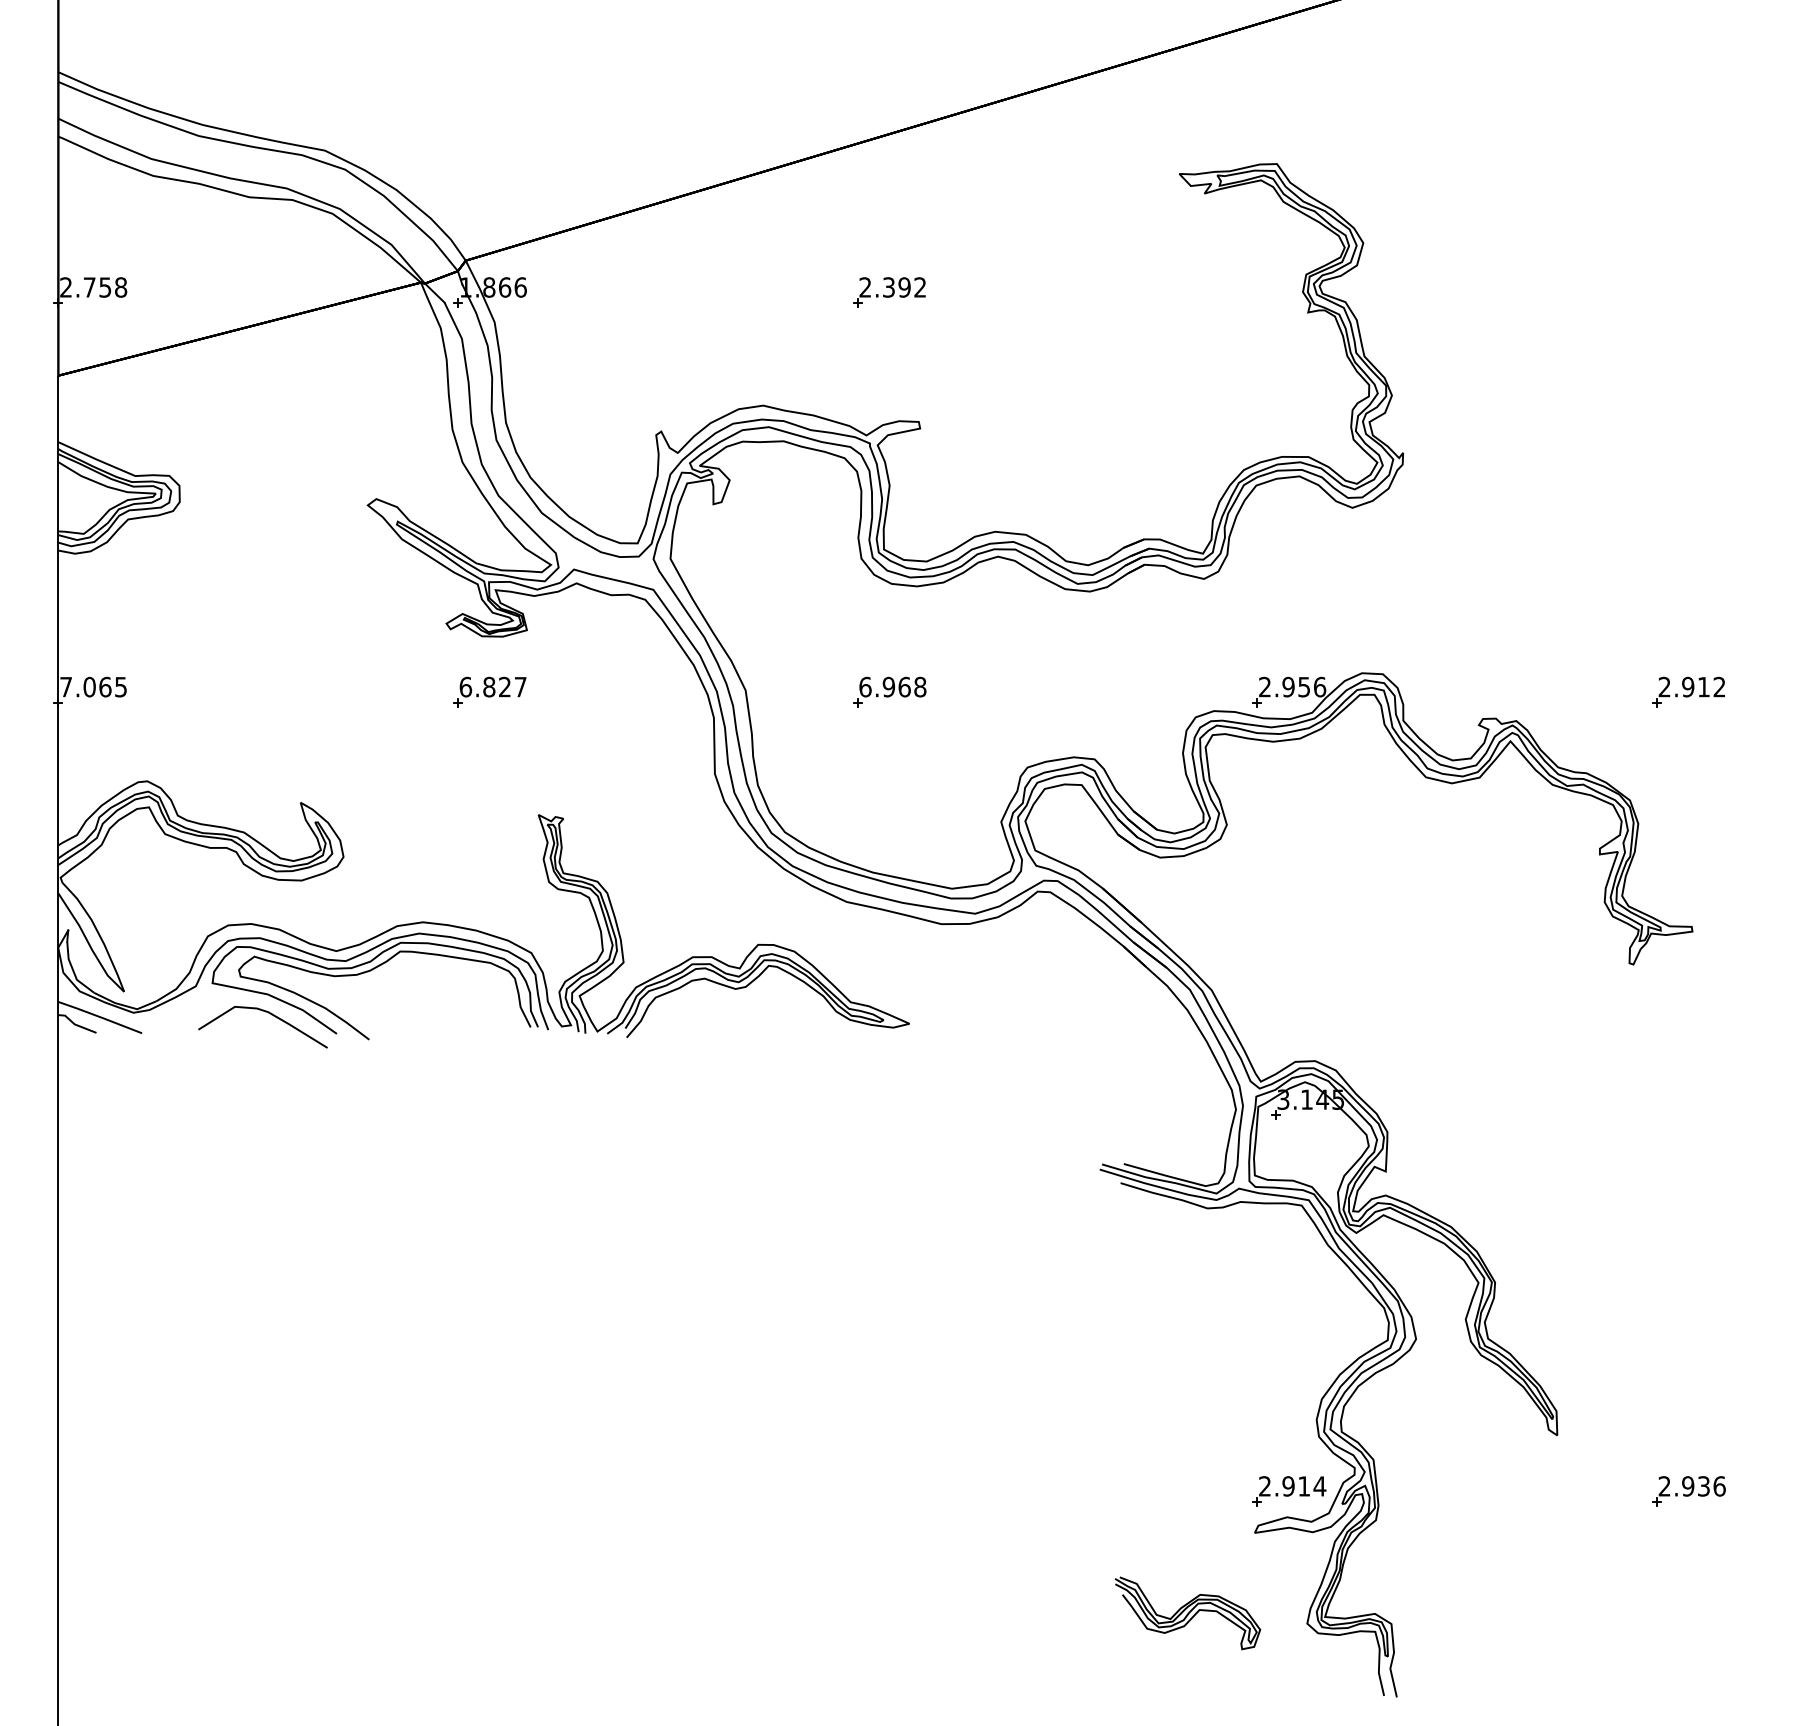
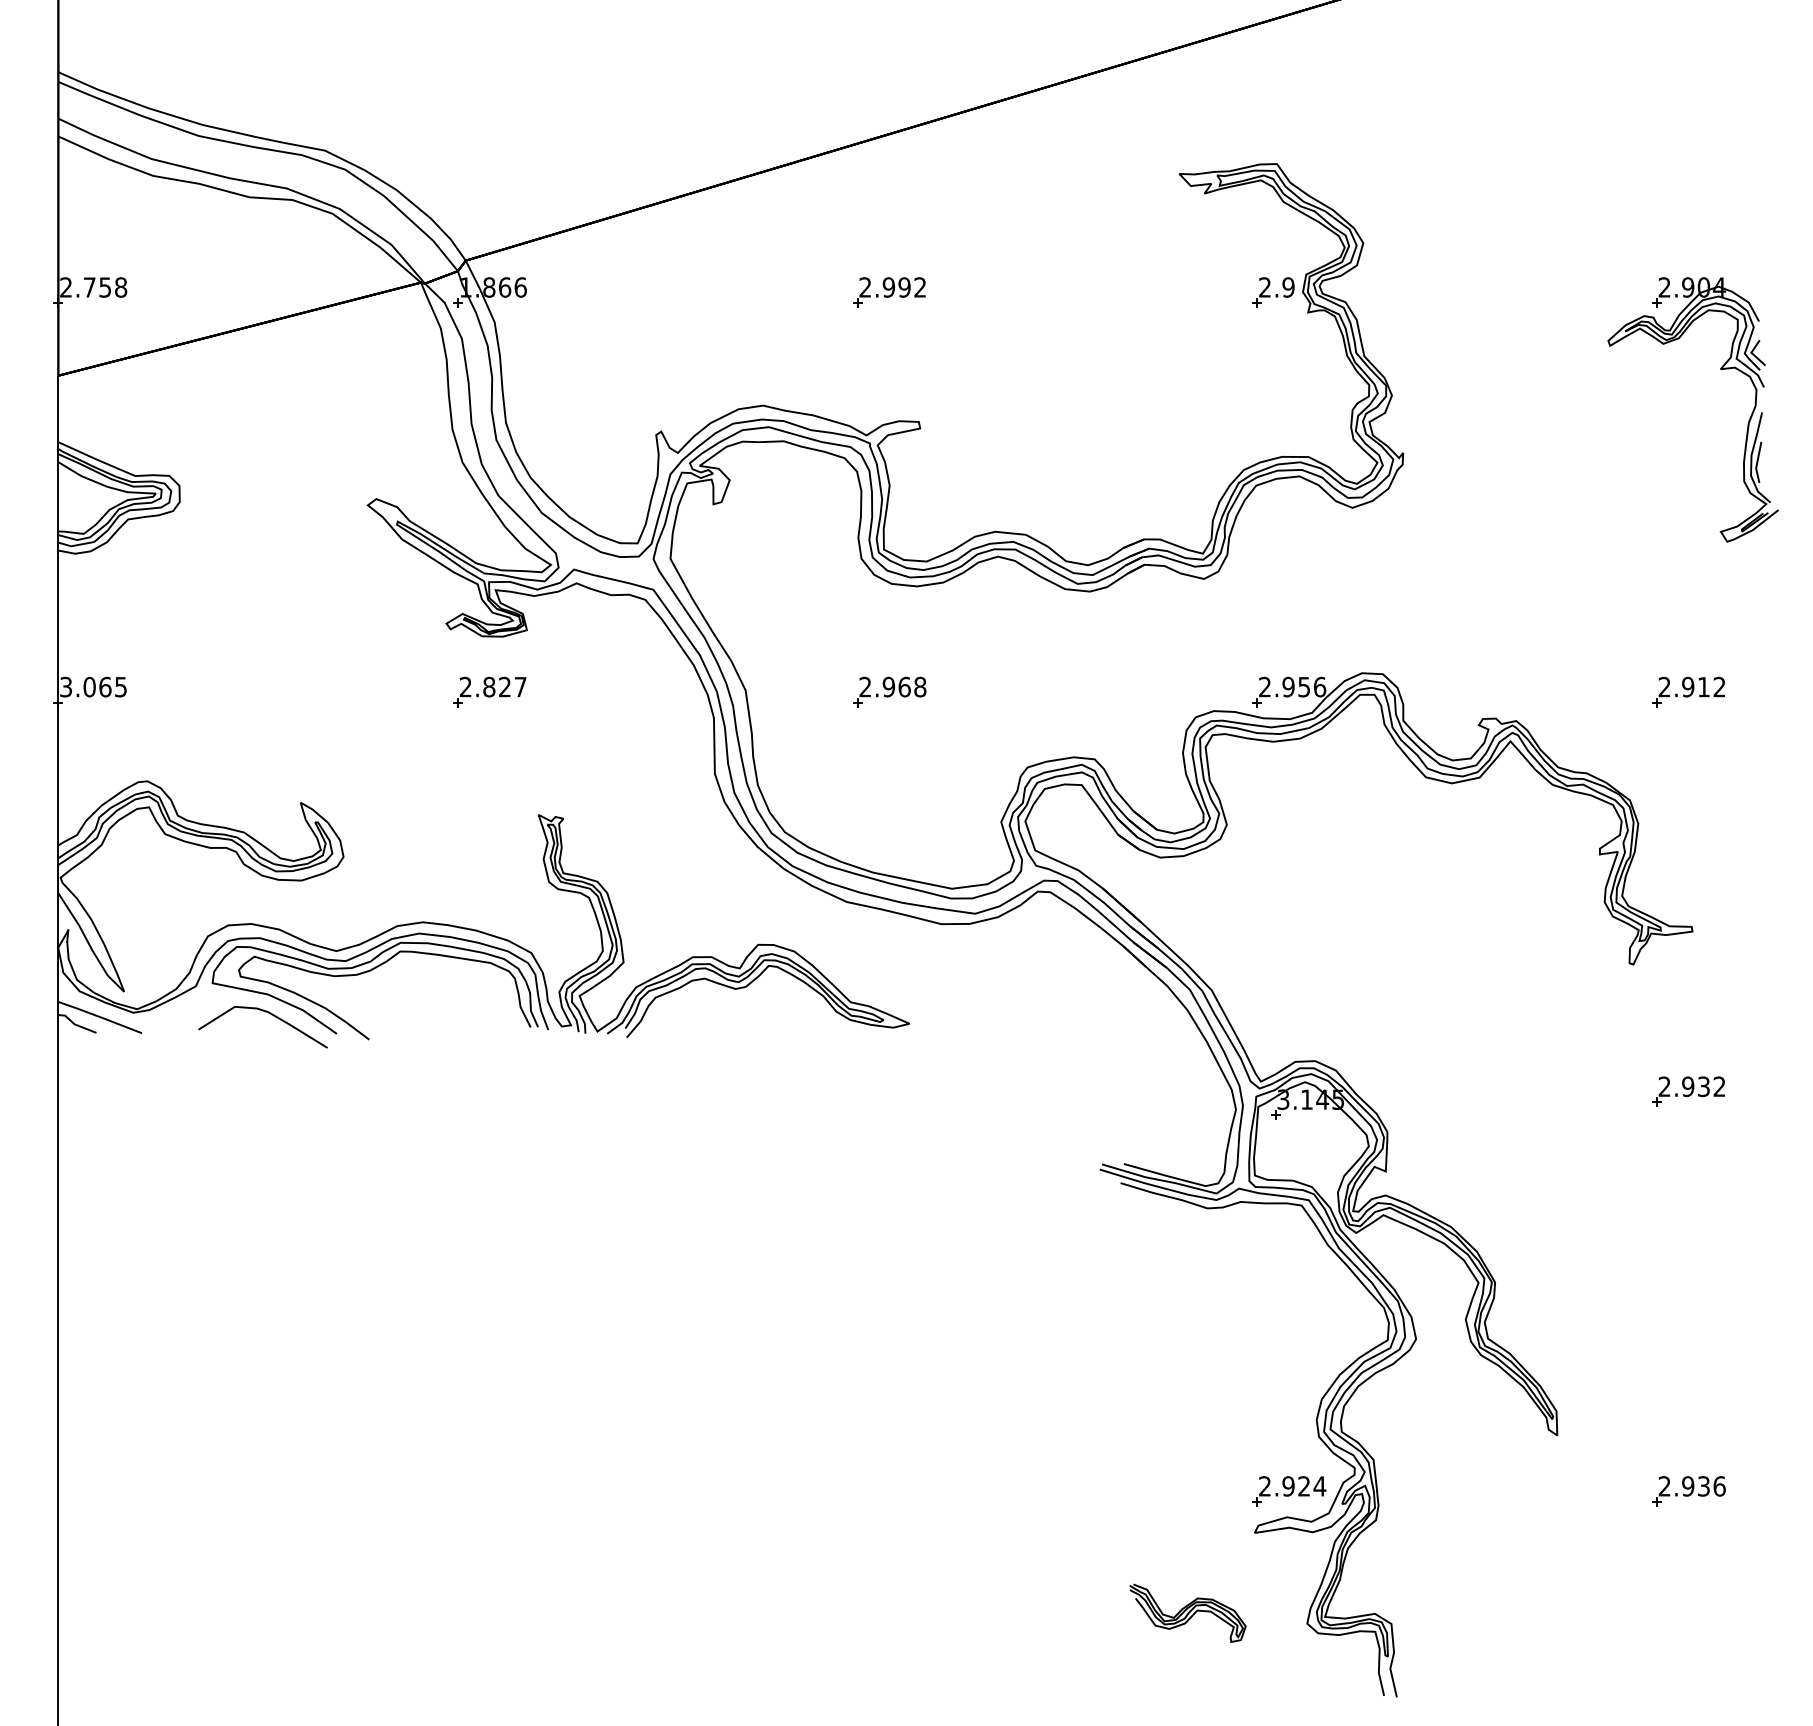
text at (888, 287): 2.392 -> 2.992
part at (1273, 292): none -> present
part at (1721, 370): none -> present
text at (65, 686): 7.065 -> 3.065
text at (465, 686): 6.827 -> 2.827
text at (865, 686): 6.968 -> 2.968
part at (1688, 1091): none -> present
text at (1303, 1486): 2.914 -> 2.924
part at (1187, 1613) size: 148x75 px -> 118x60 px
